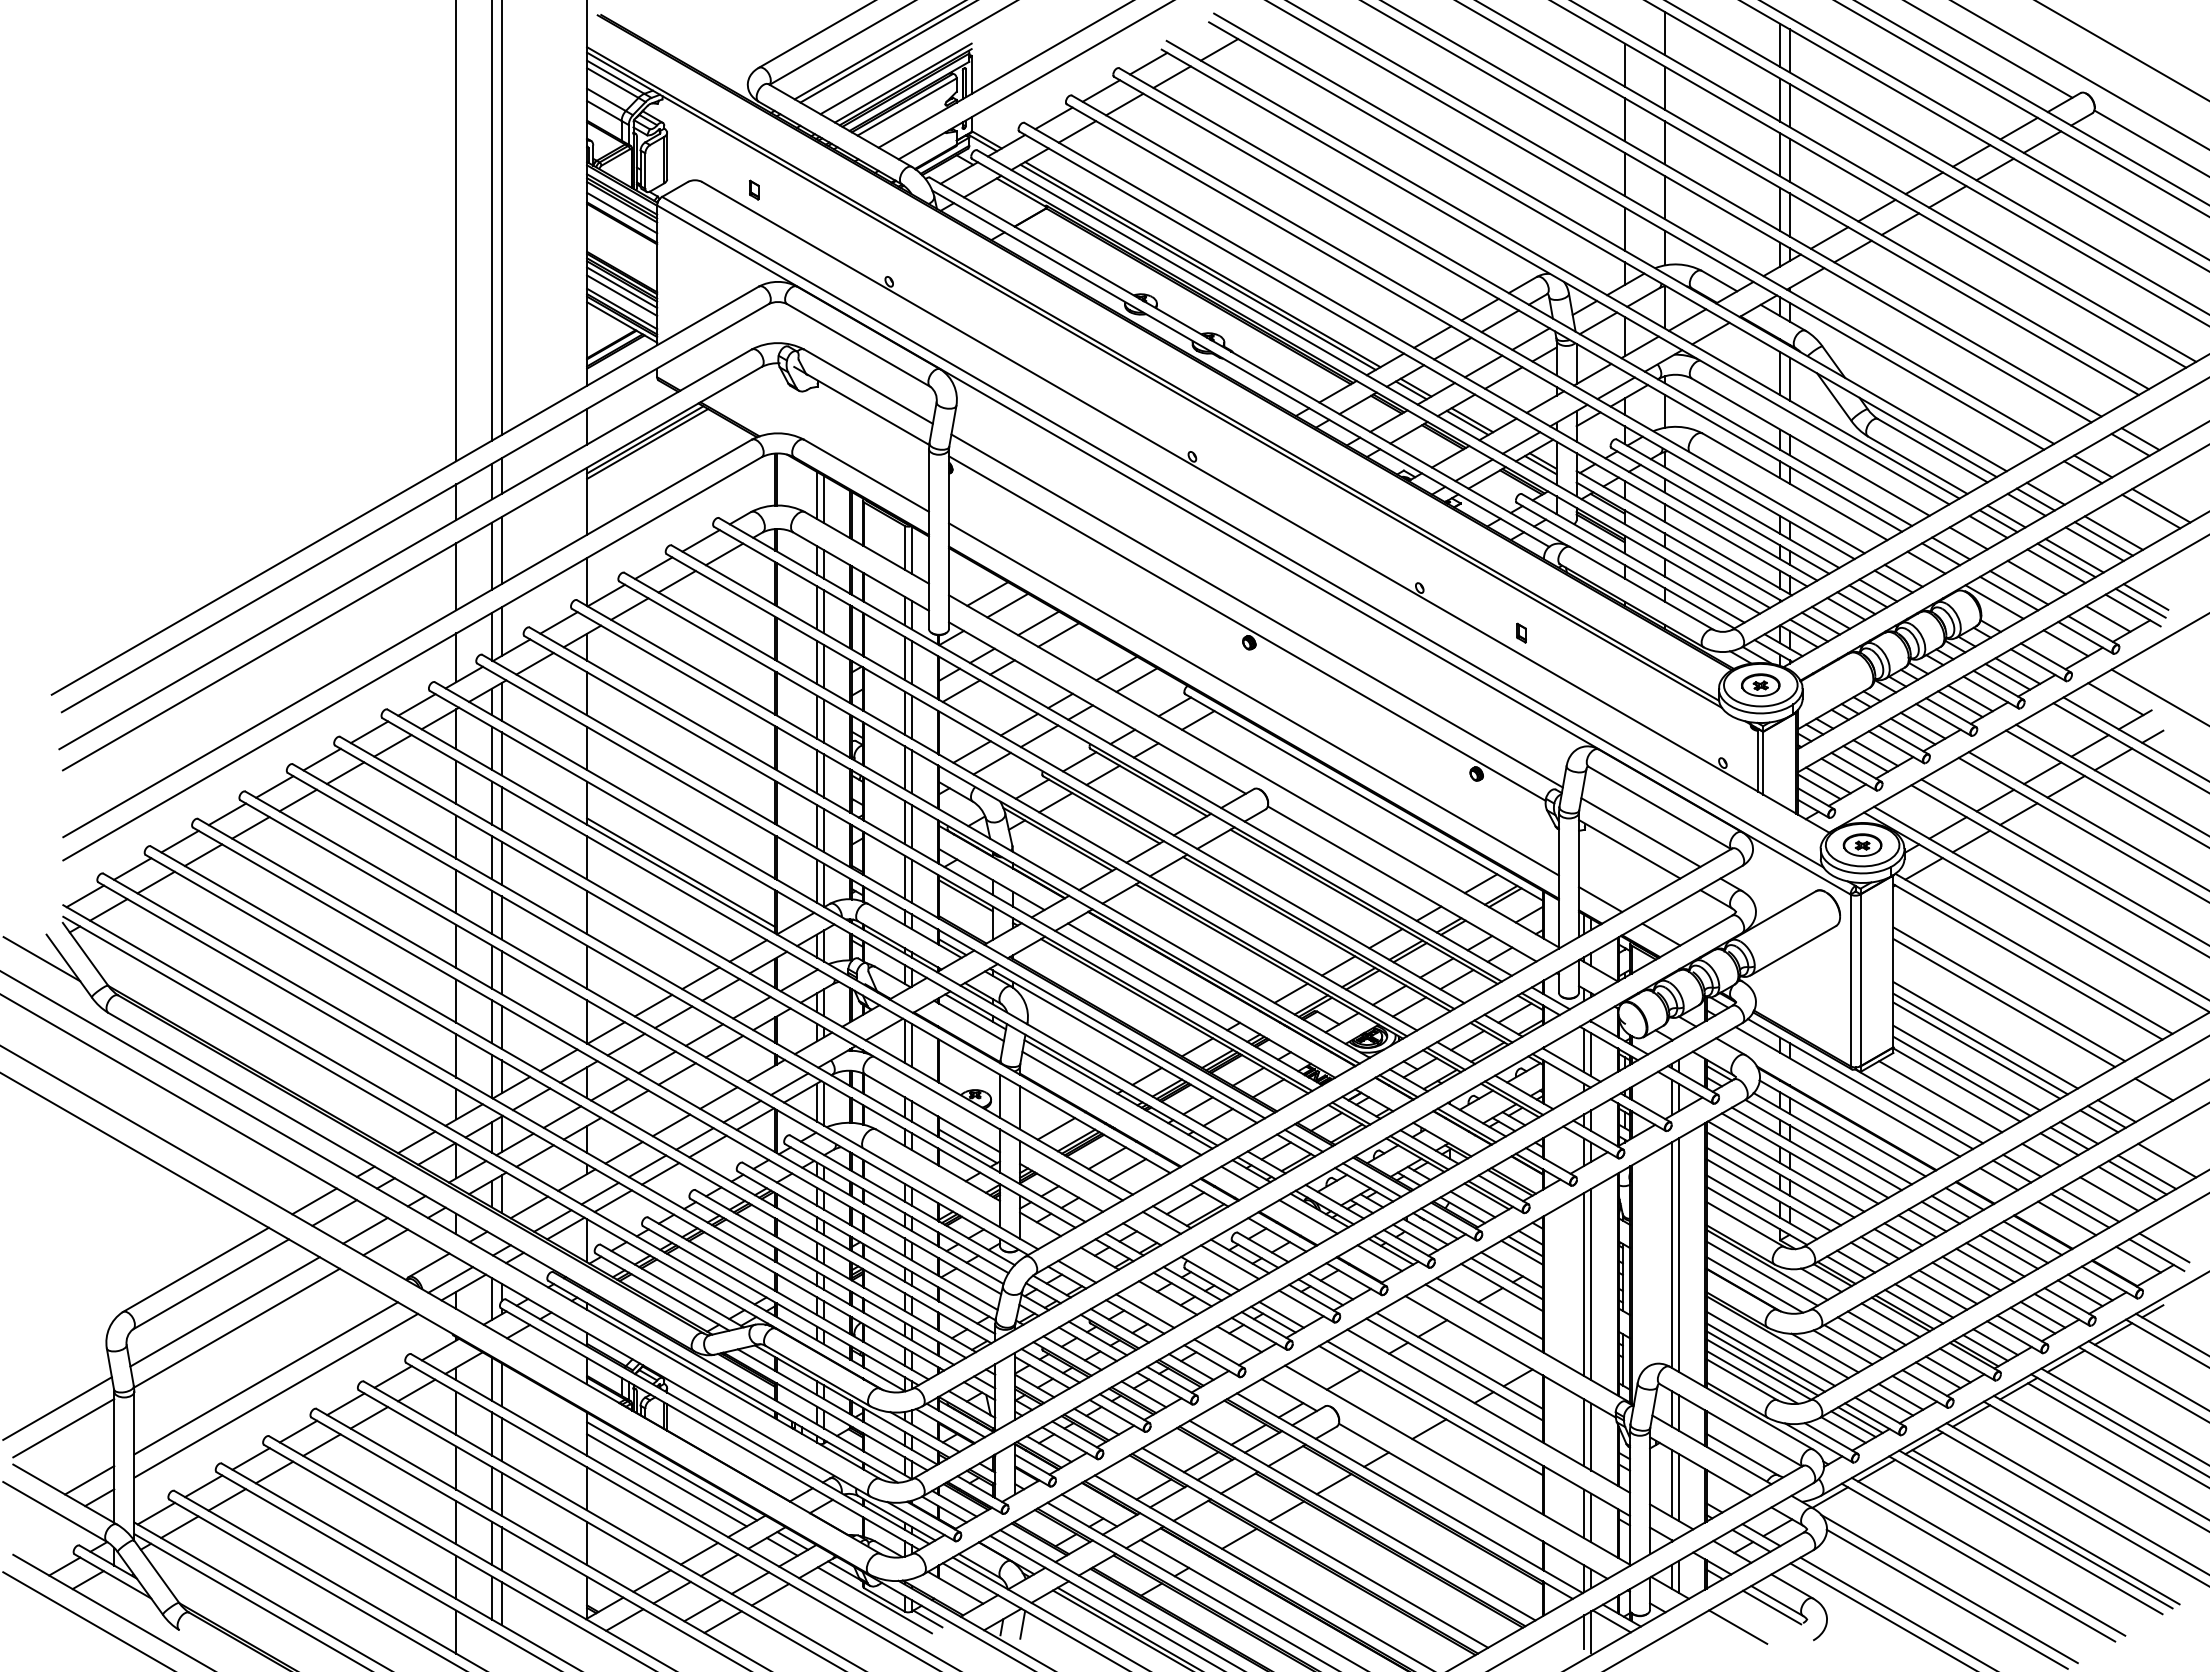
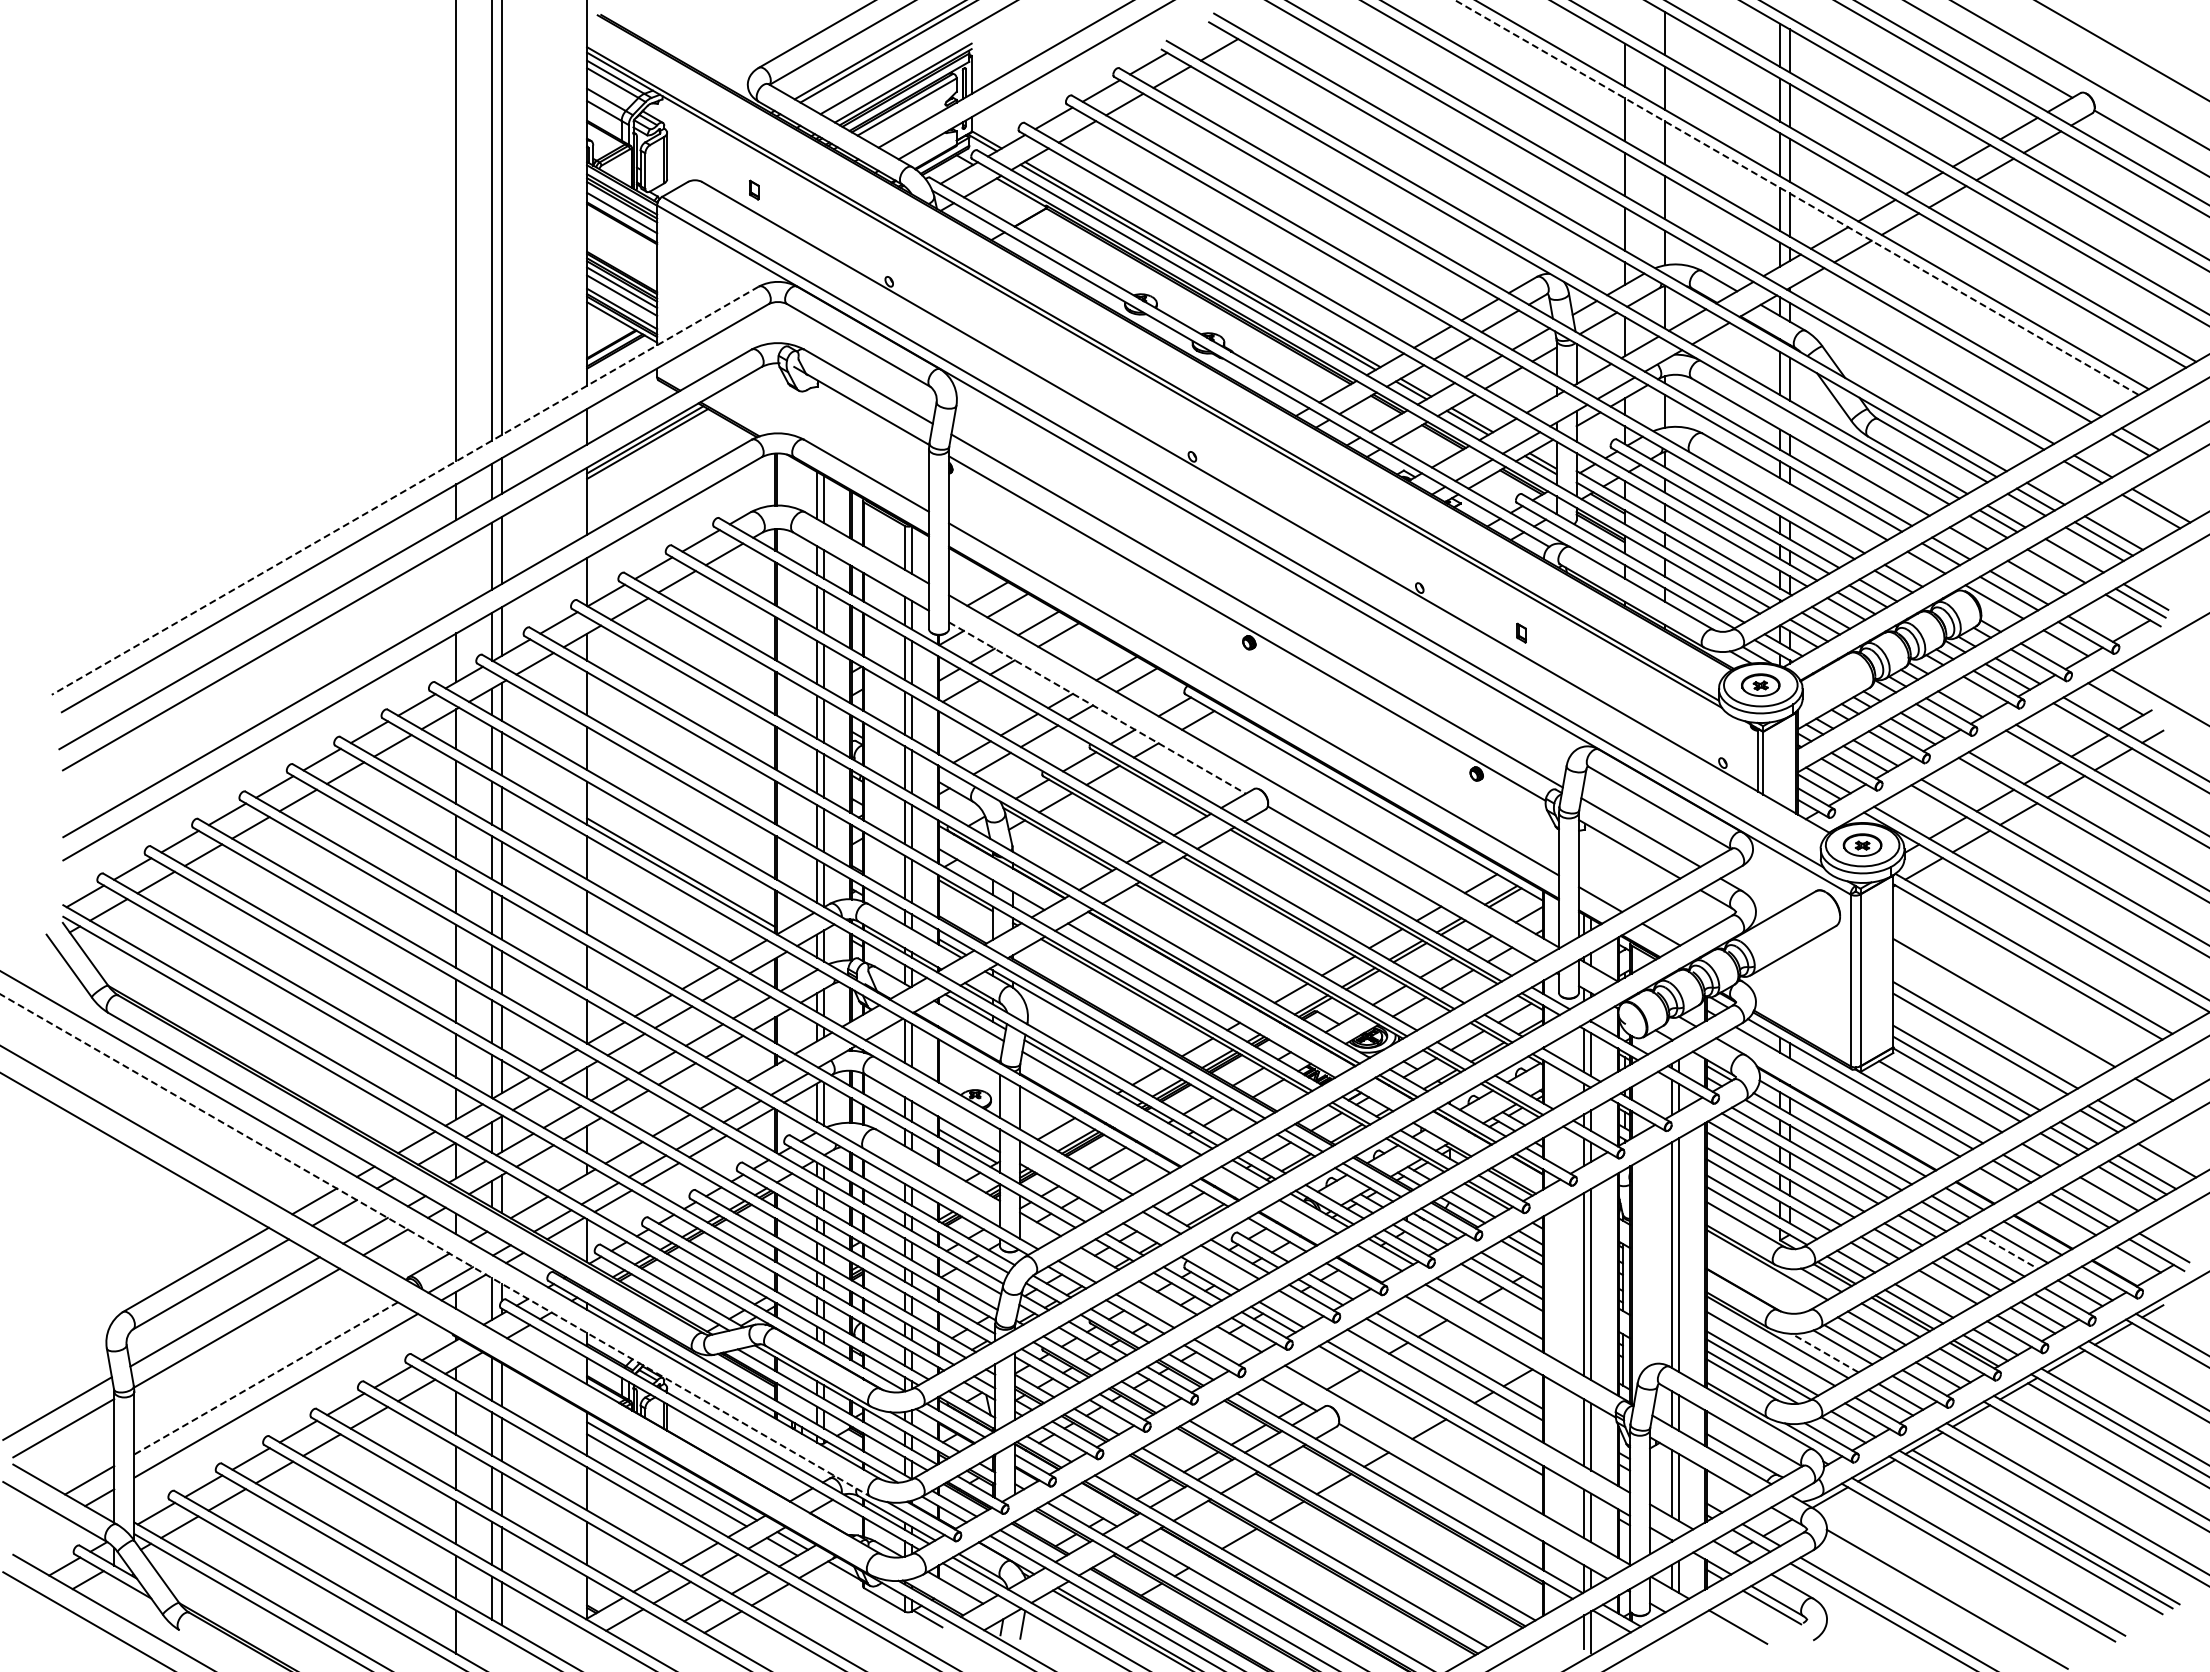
line at (1796, 197): solid -> dashed
line at (404, 491): solid -> dashed
line at (2066, 560): present -> none
line at (456, 576): present -> none
line at (2107, 618): present -> none
line at (1970, 698): present -> none
line at (1097, 708): solid -> dashed
line at (41, 959): present -> none
line at (2009, 994): present -> none
line at (1976, 1050): present -> none
line at (435, 1245): solid -> dashed
line at (2008, 1252): solid -> dashed
line at (1761, 1273): present -> none
line at (1754, 1284): present -> none
line at (1938, 1292): present -> none
line at (1825, 1353): solid -> dashed
line at (1765, 1357): present -> none
line at (265, 1378): solid -> dashed
line at (1860, 1420): present -> none
line at (1948, 1588): present -> none
line at (874, 1600): present -> none
